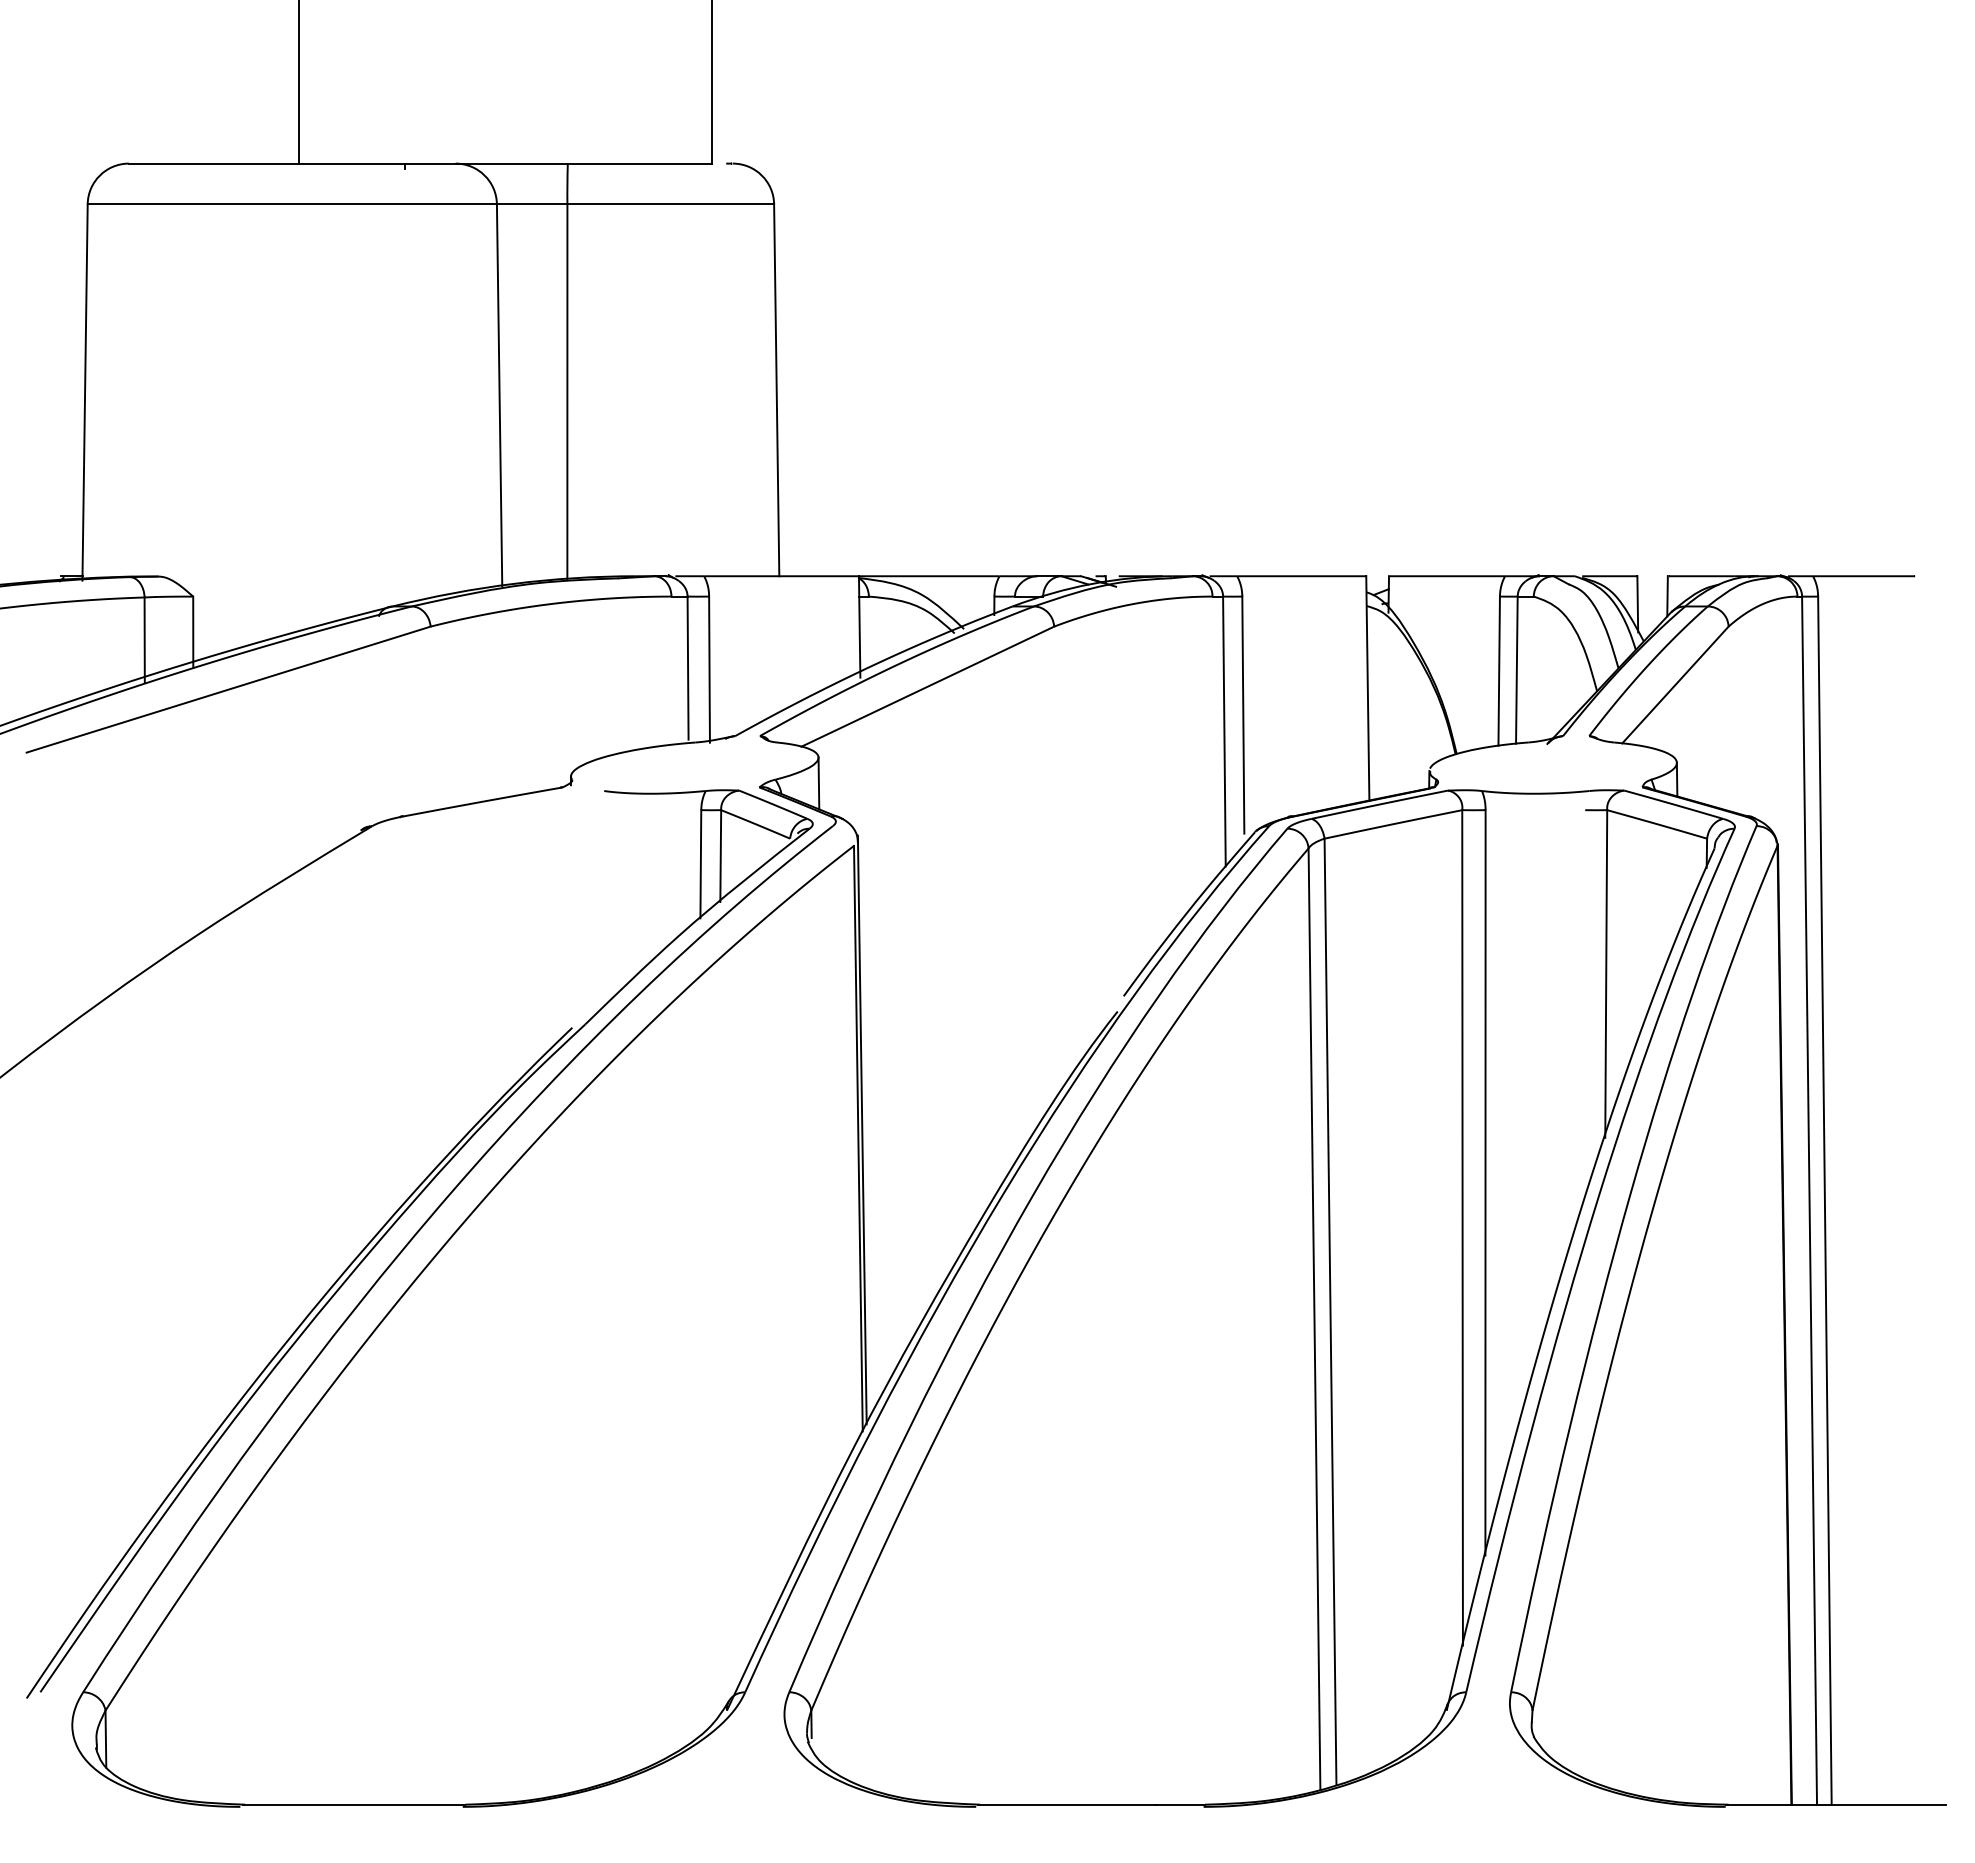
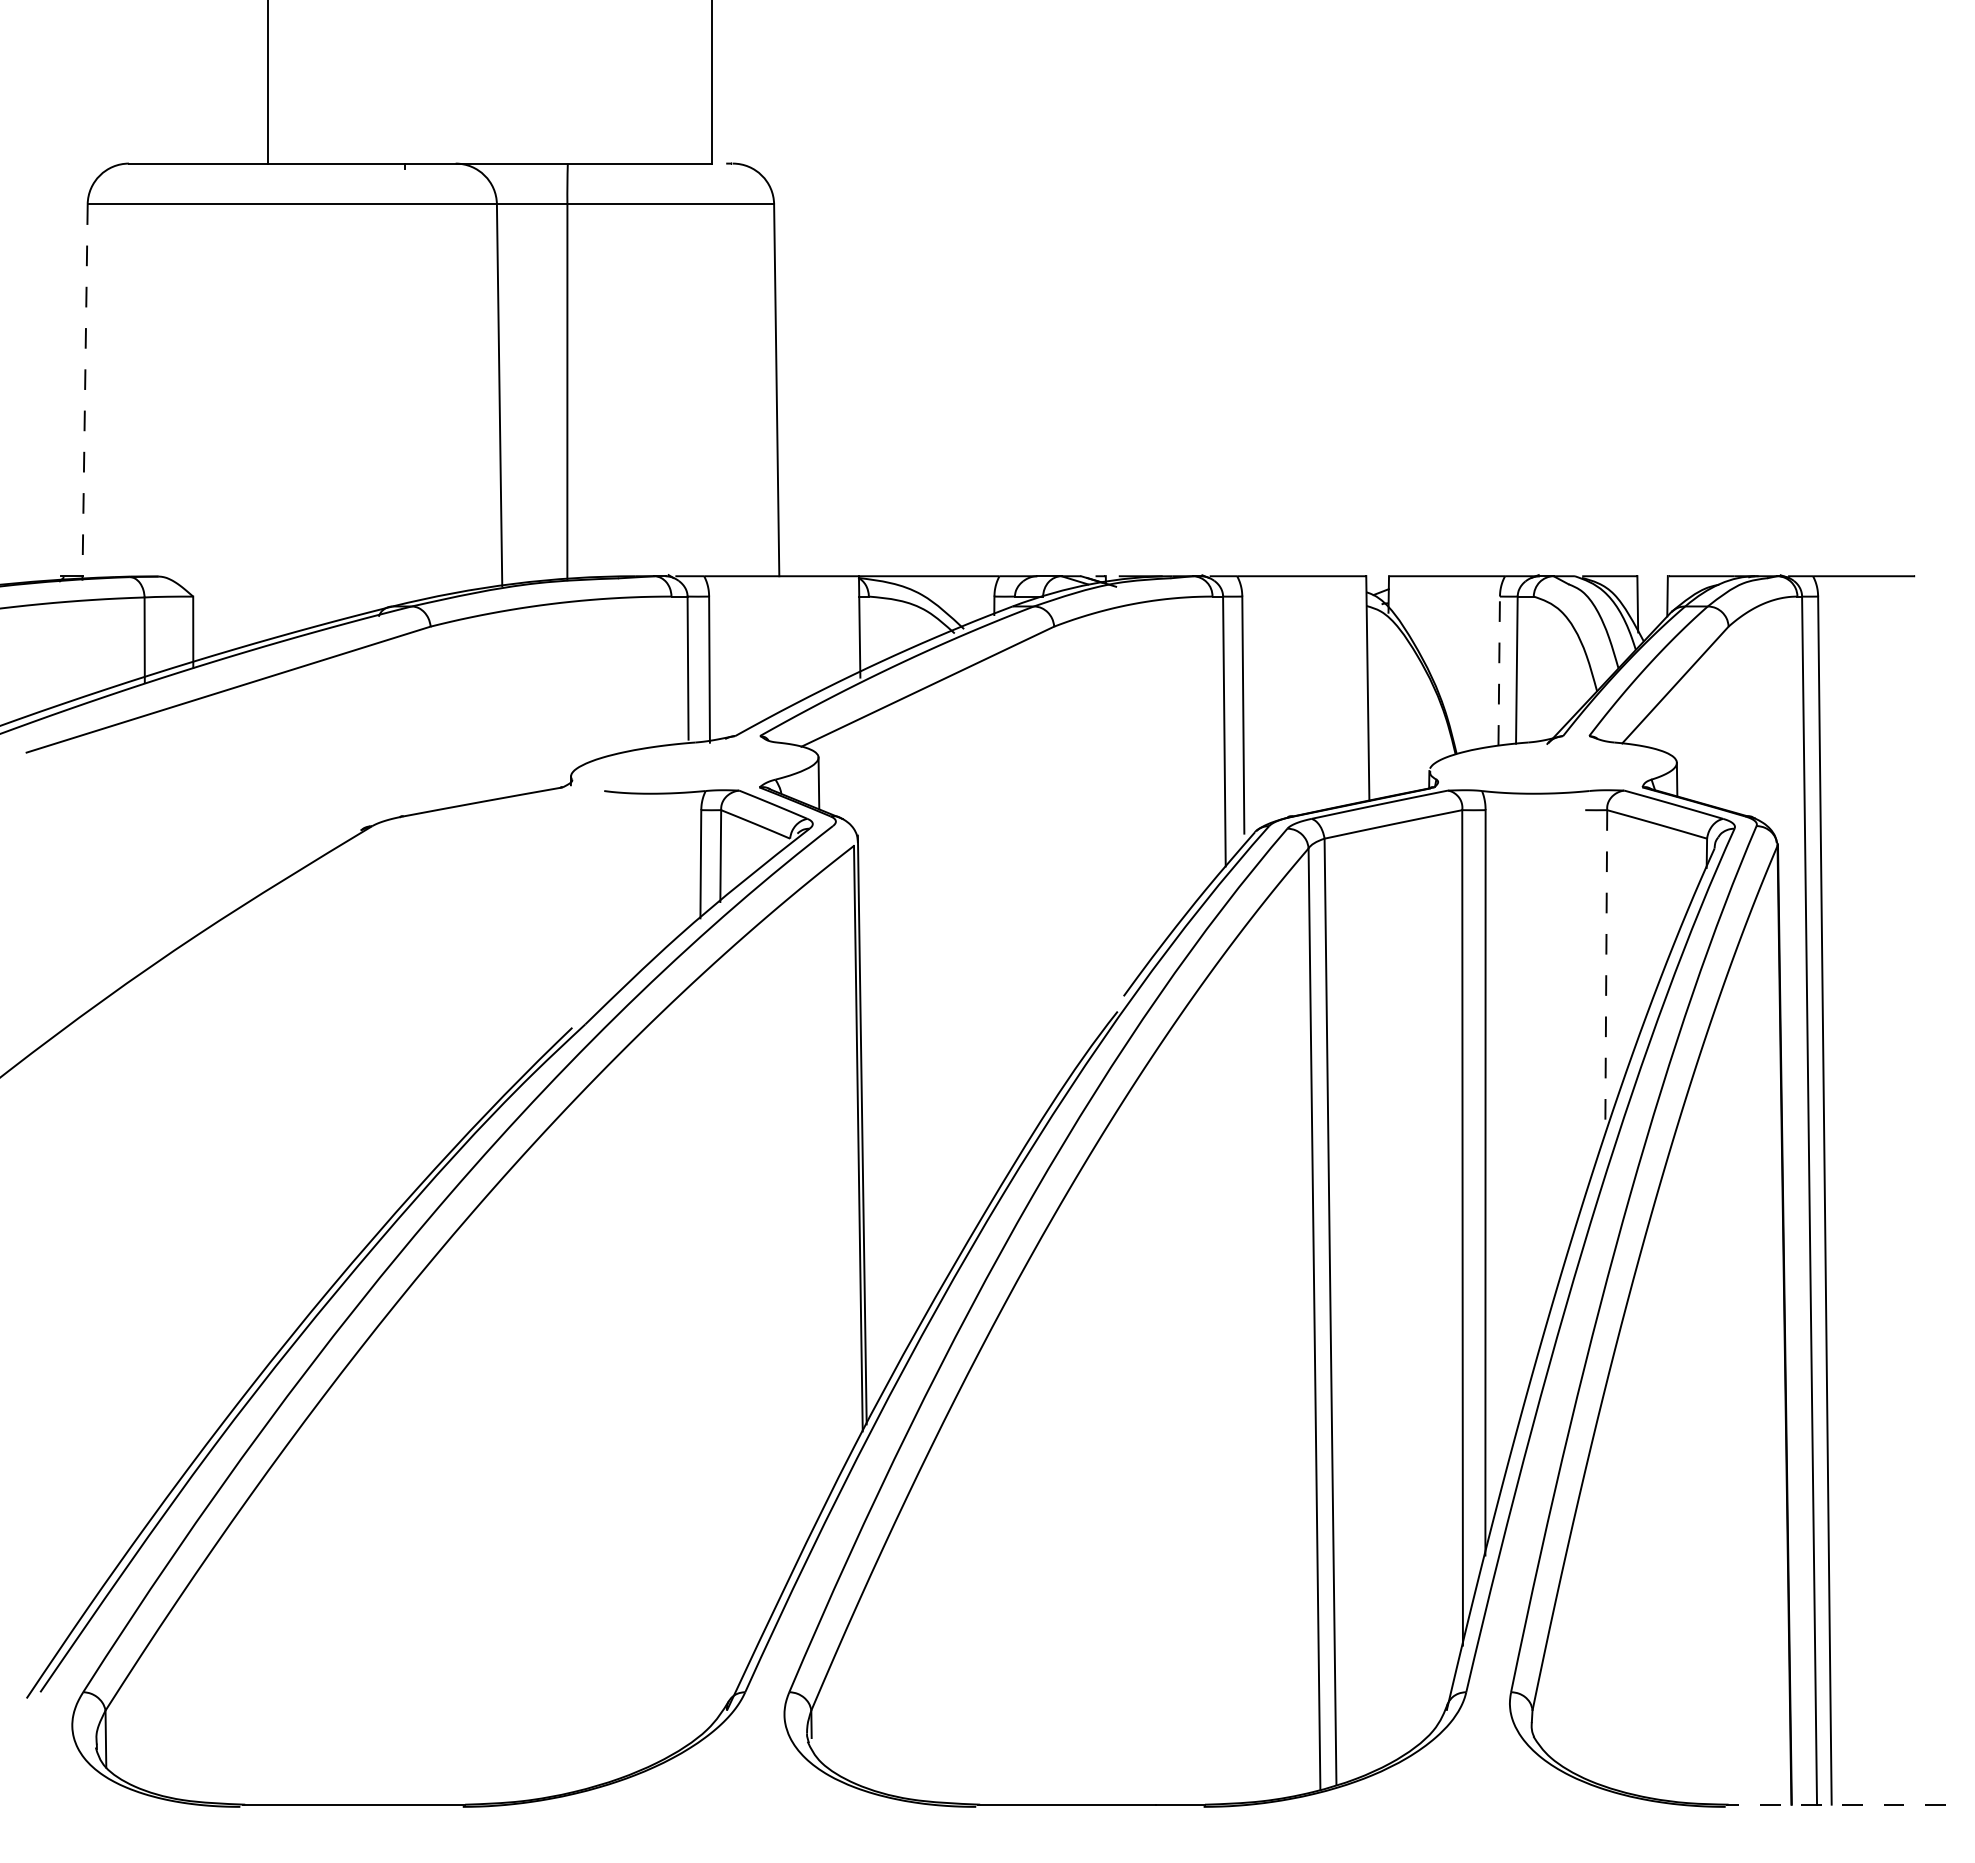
line at (299, 82) position: (299, 82) -> (268, 82)
line at (85, 392): solid -> dashed
line at (1499, 671): solid -> dashed
line at (1606, 974): solid -> dashed
line at (1835, 1804): solid -> dashed
